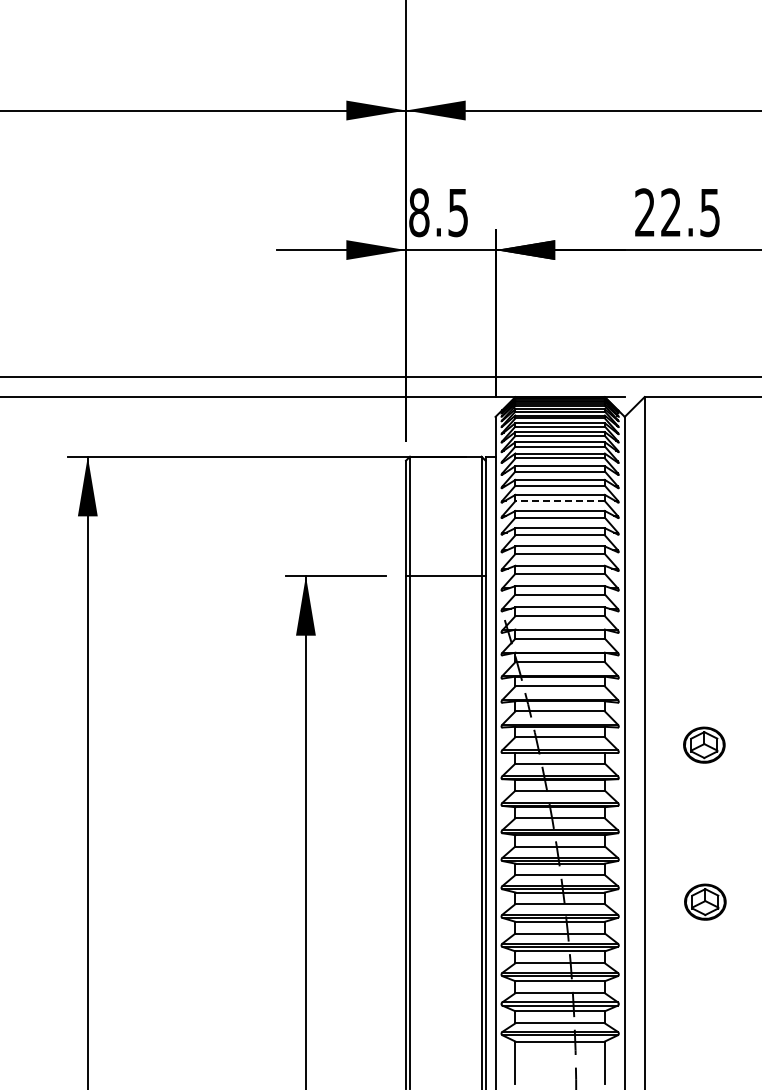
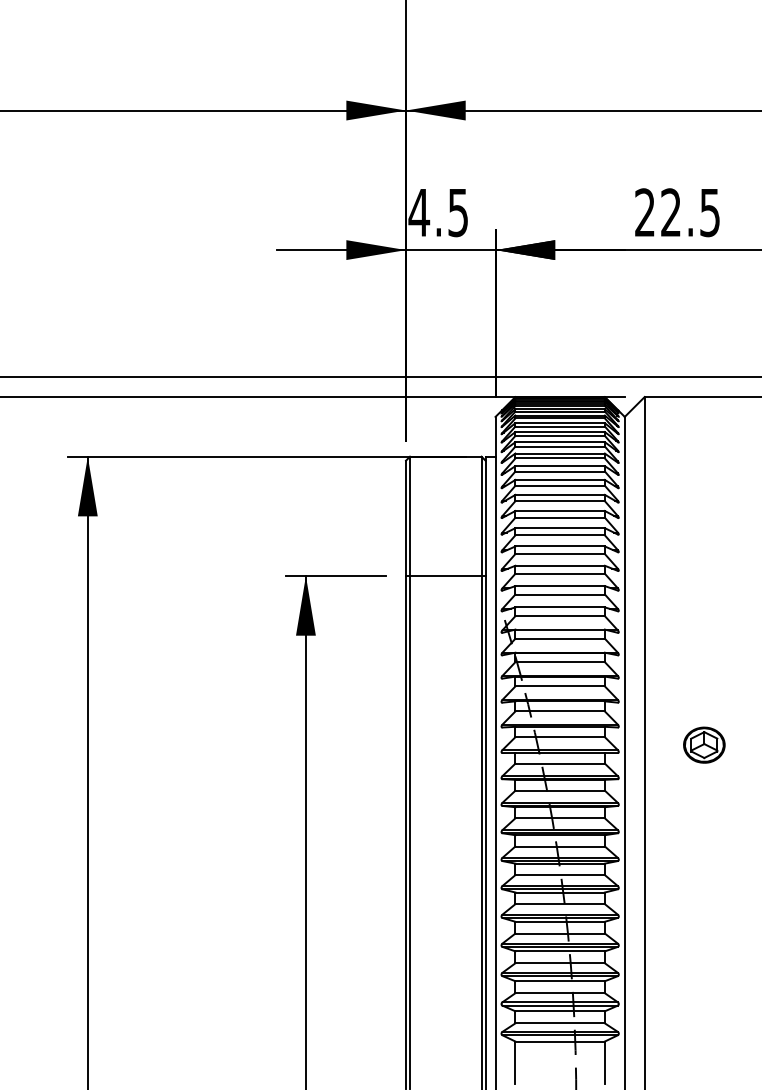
text at (419, 212): 8.5 -> 4.5
line at (560, 501): dashed -> solid
part at (705, 901): present -> none
